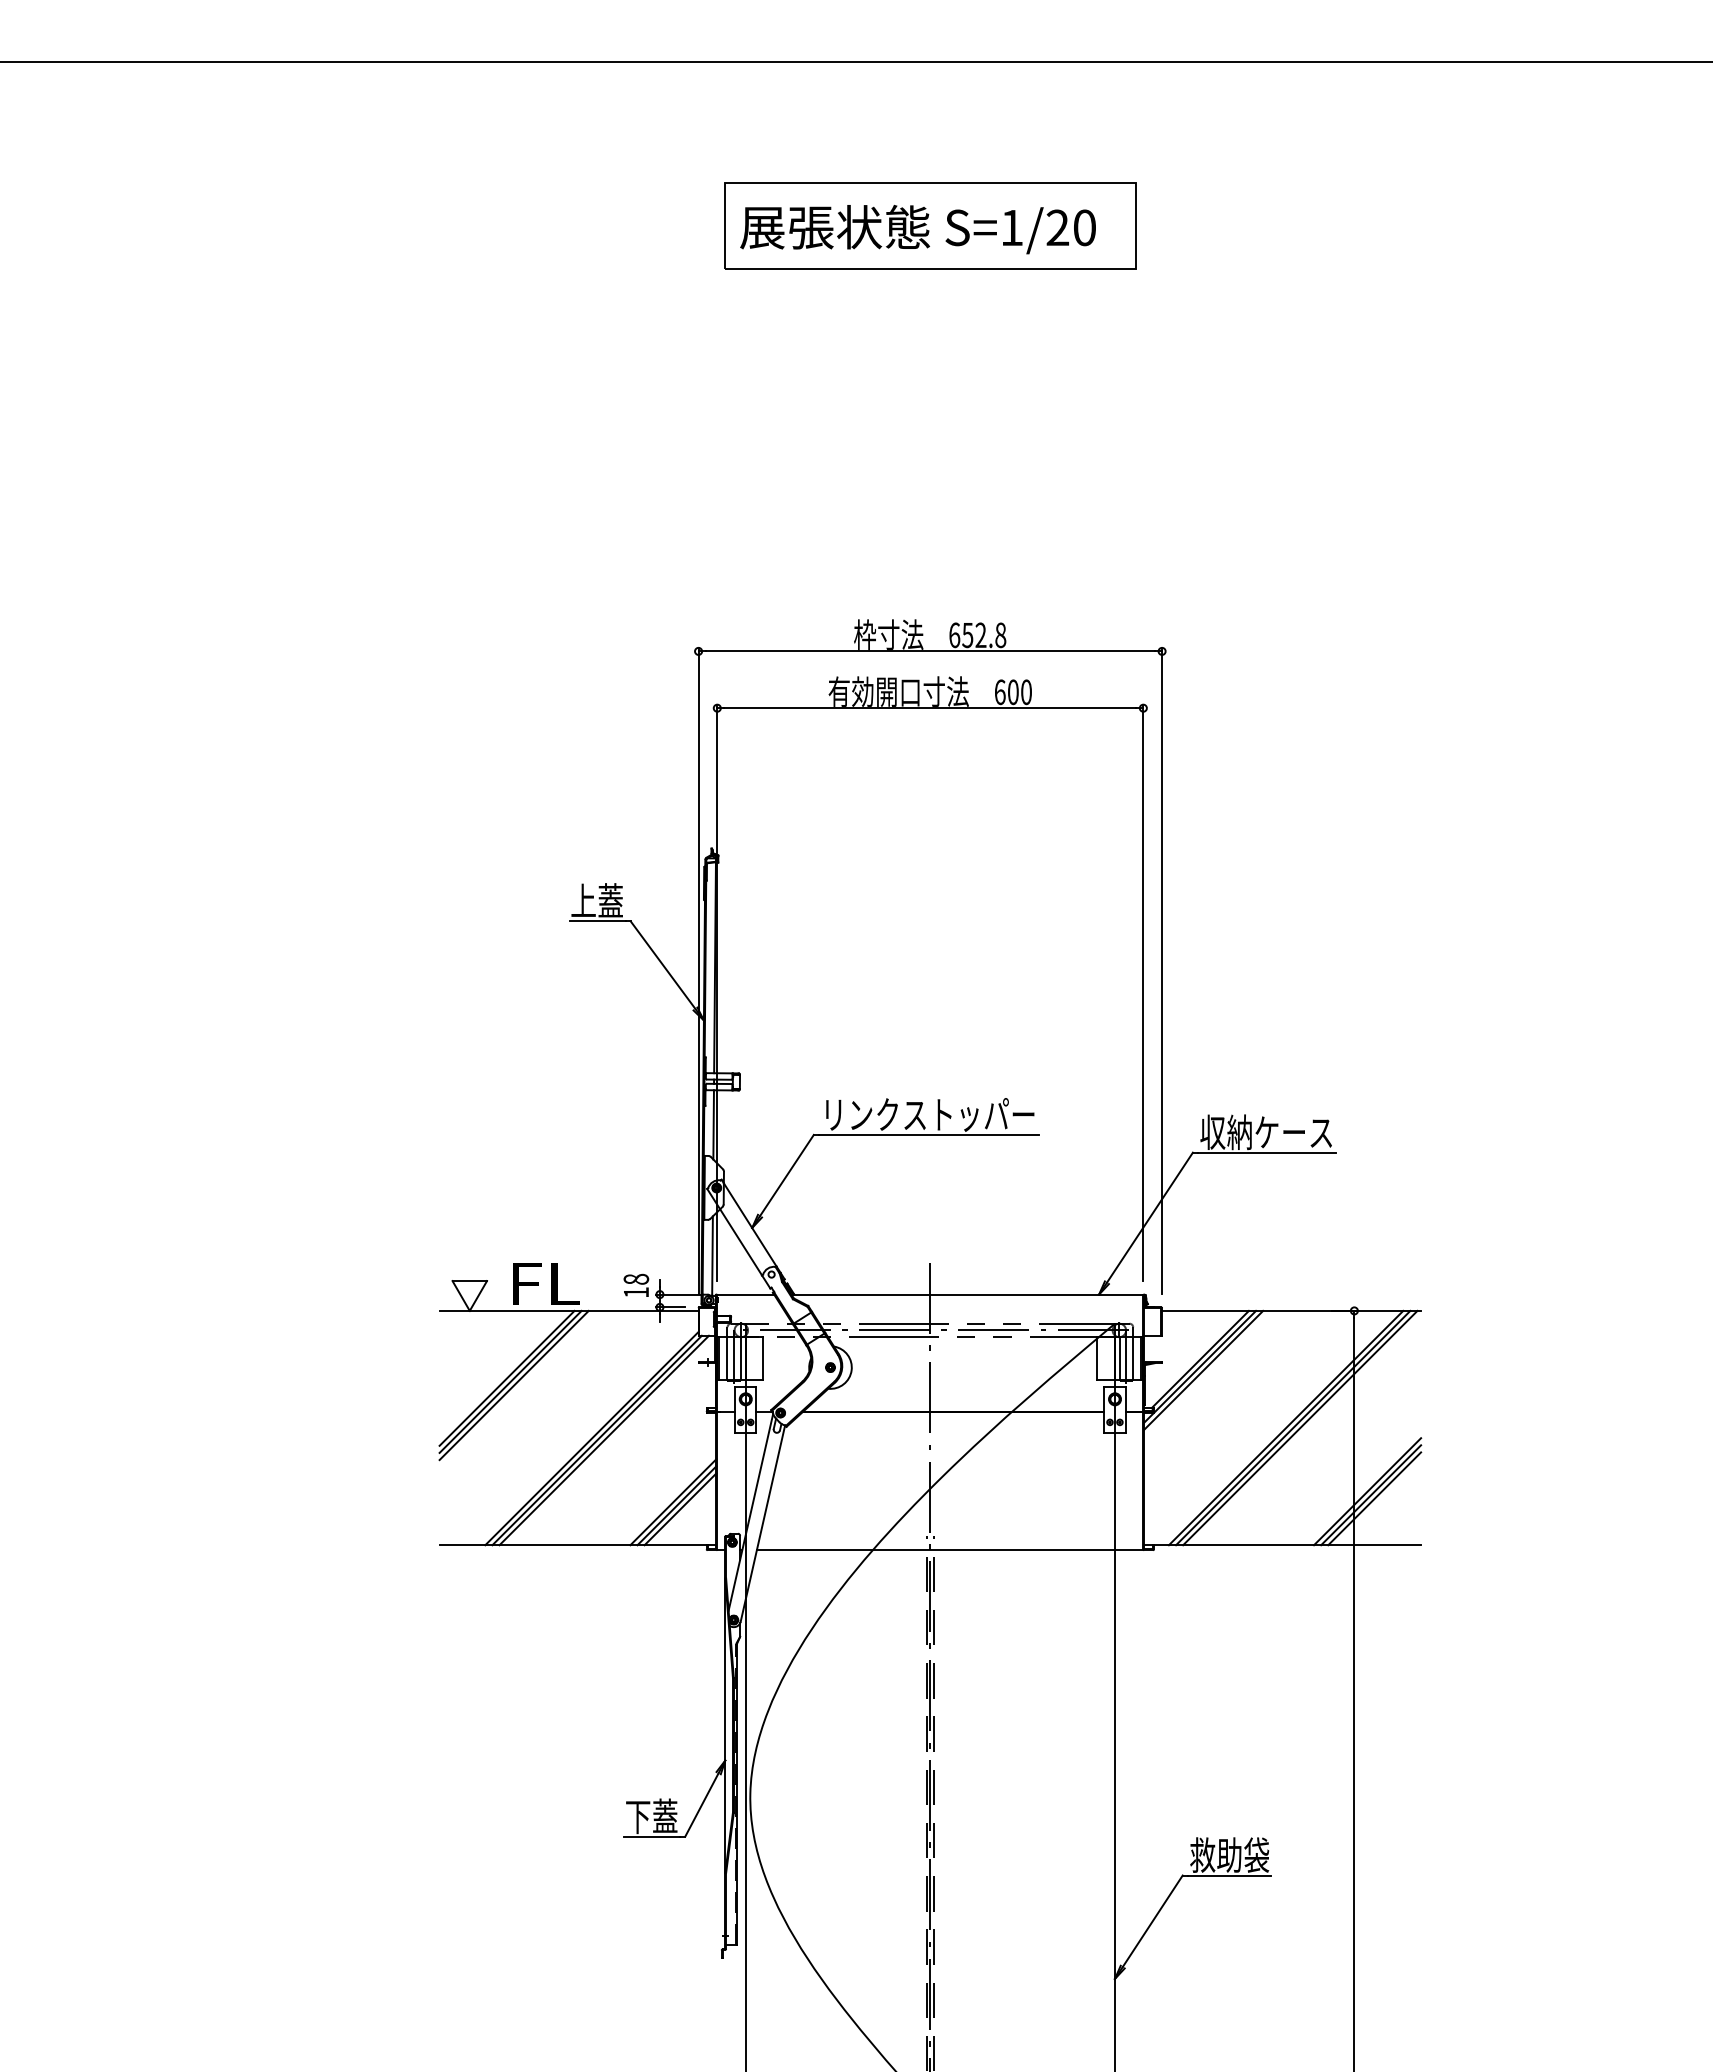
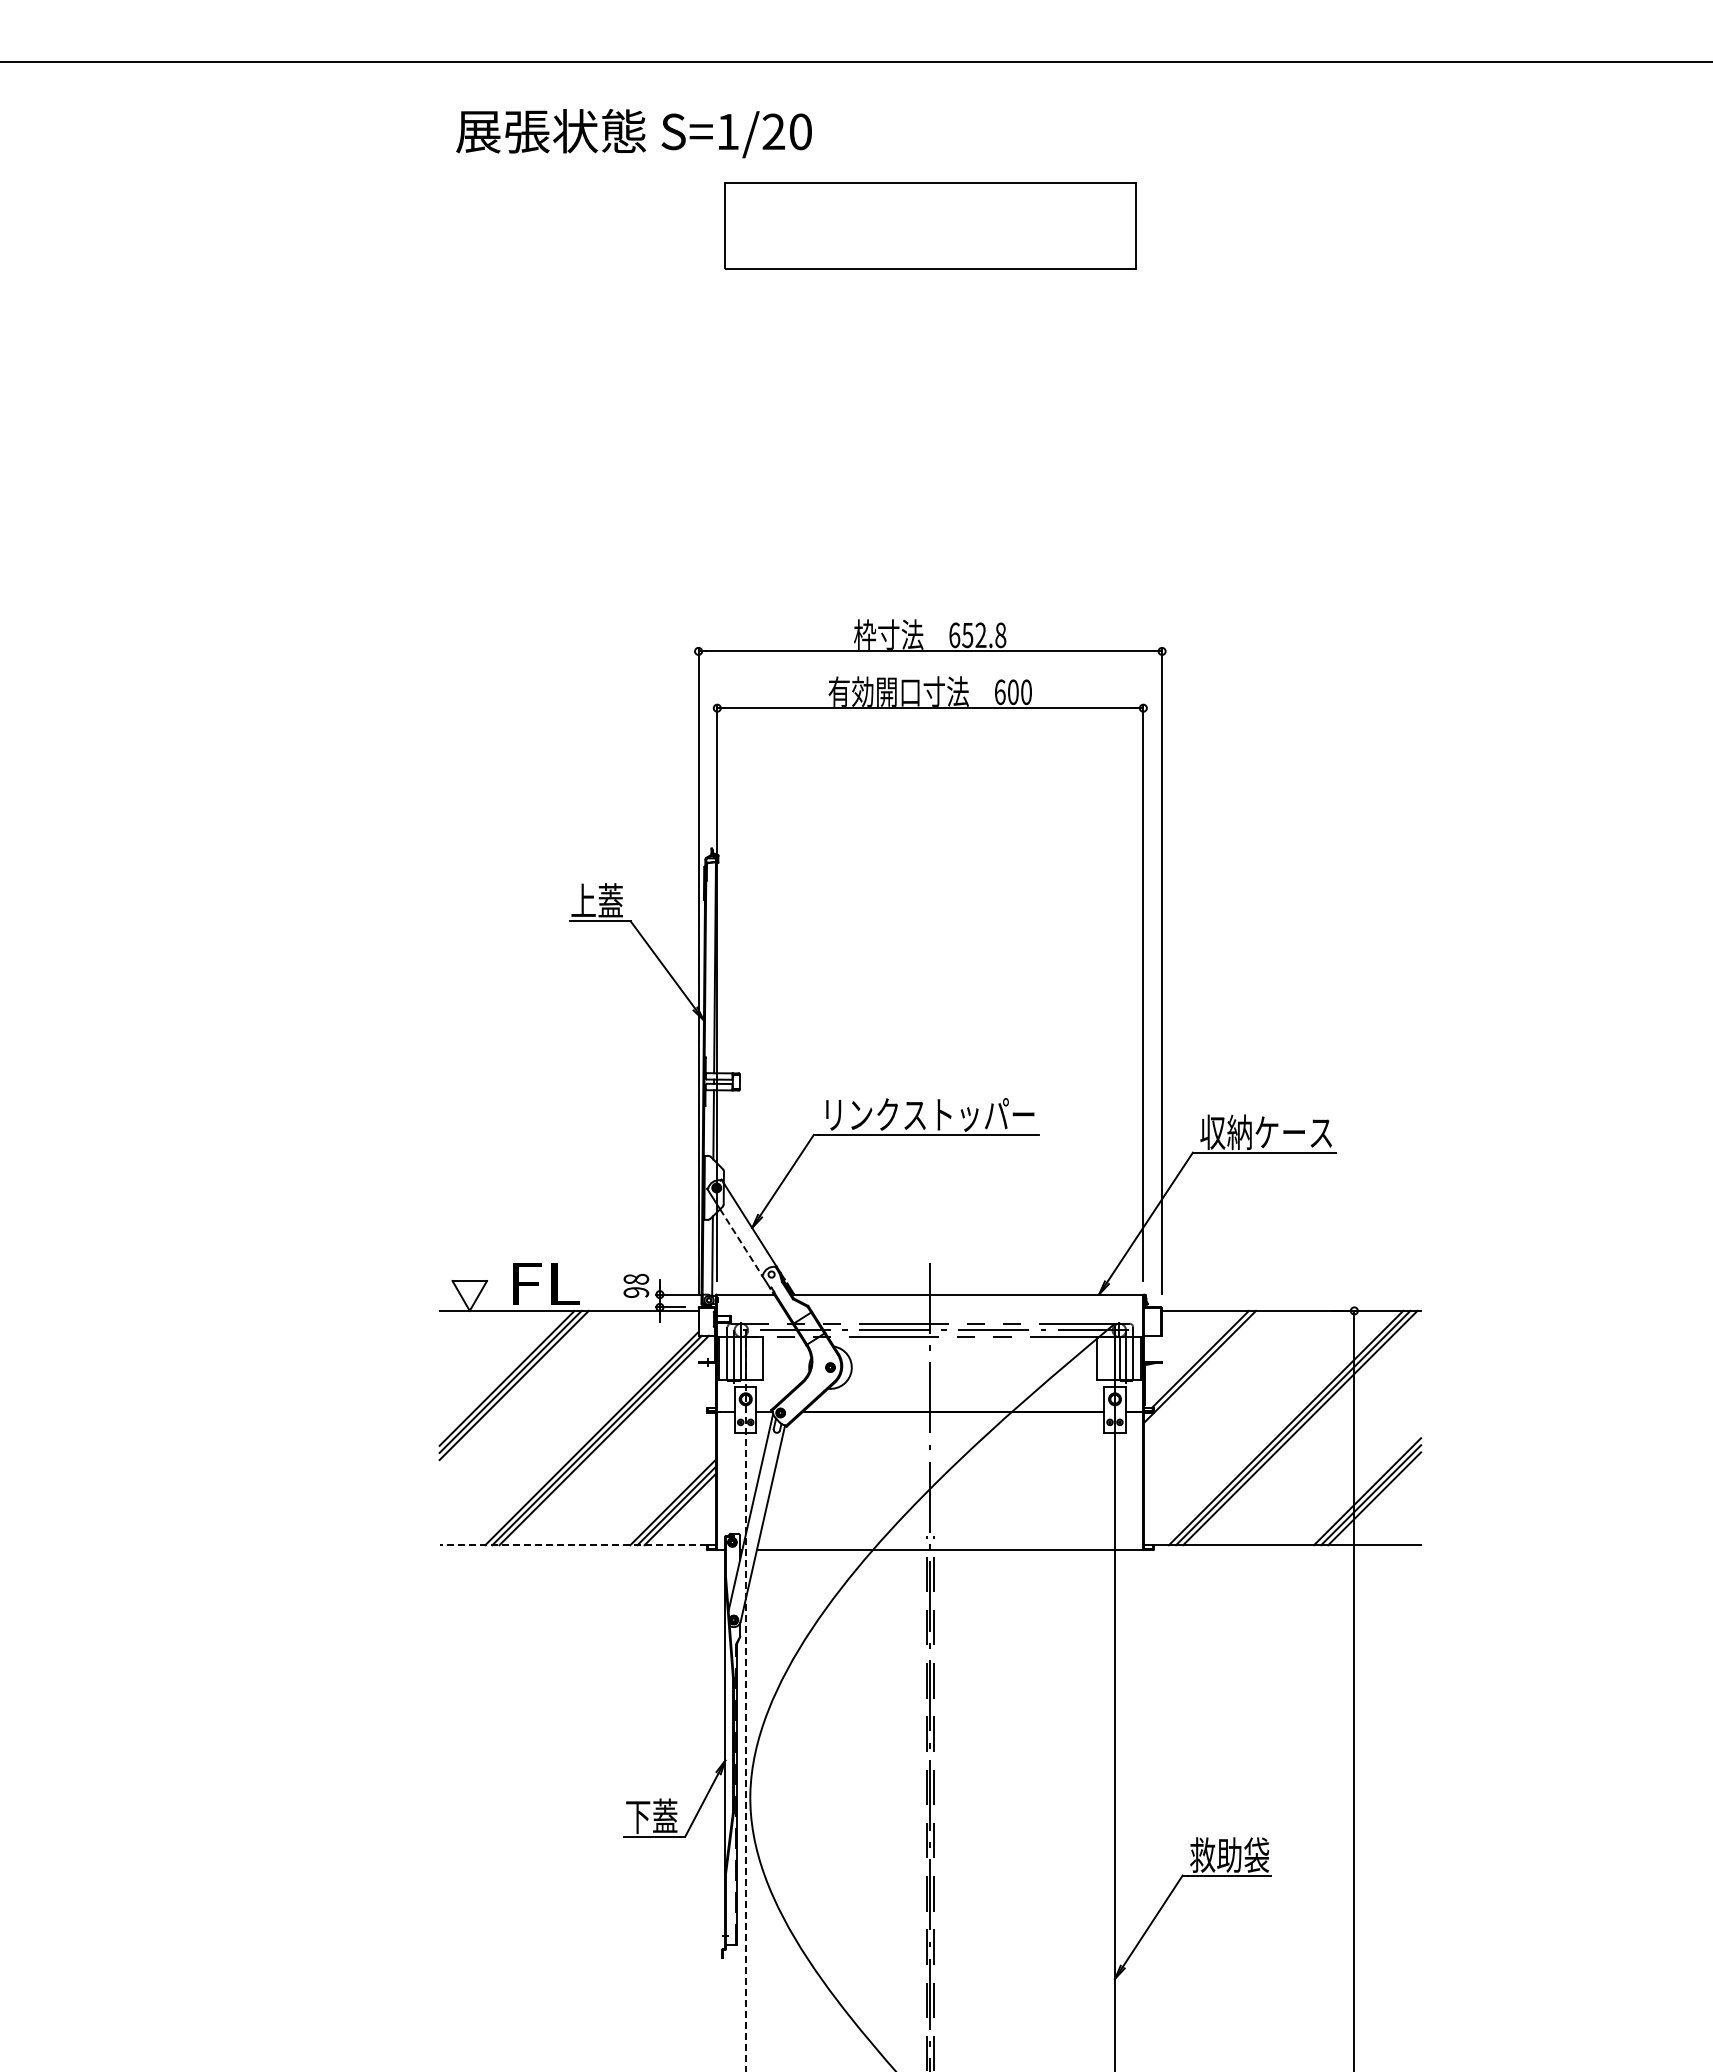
text at (917, 229) position: (917, 229) -> (633, 133)
line at (741, 1242): solid -> dashed
text at (636, 1292): 18 -> 98
line at (1203, 1369): present -> none
line at (573, 1545): solid -> dashed
line at (745, 1697): solid -> dashed
